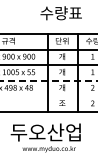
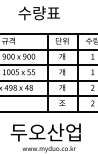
text at (60, 13) position: (60, 13) -> (38, 13)
line at (48, 80): dashed -> solid
line at (48, 96): none -> present
